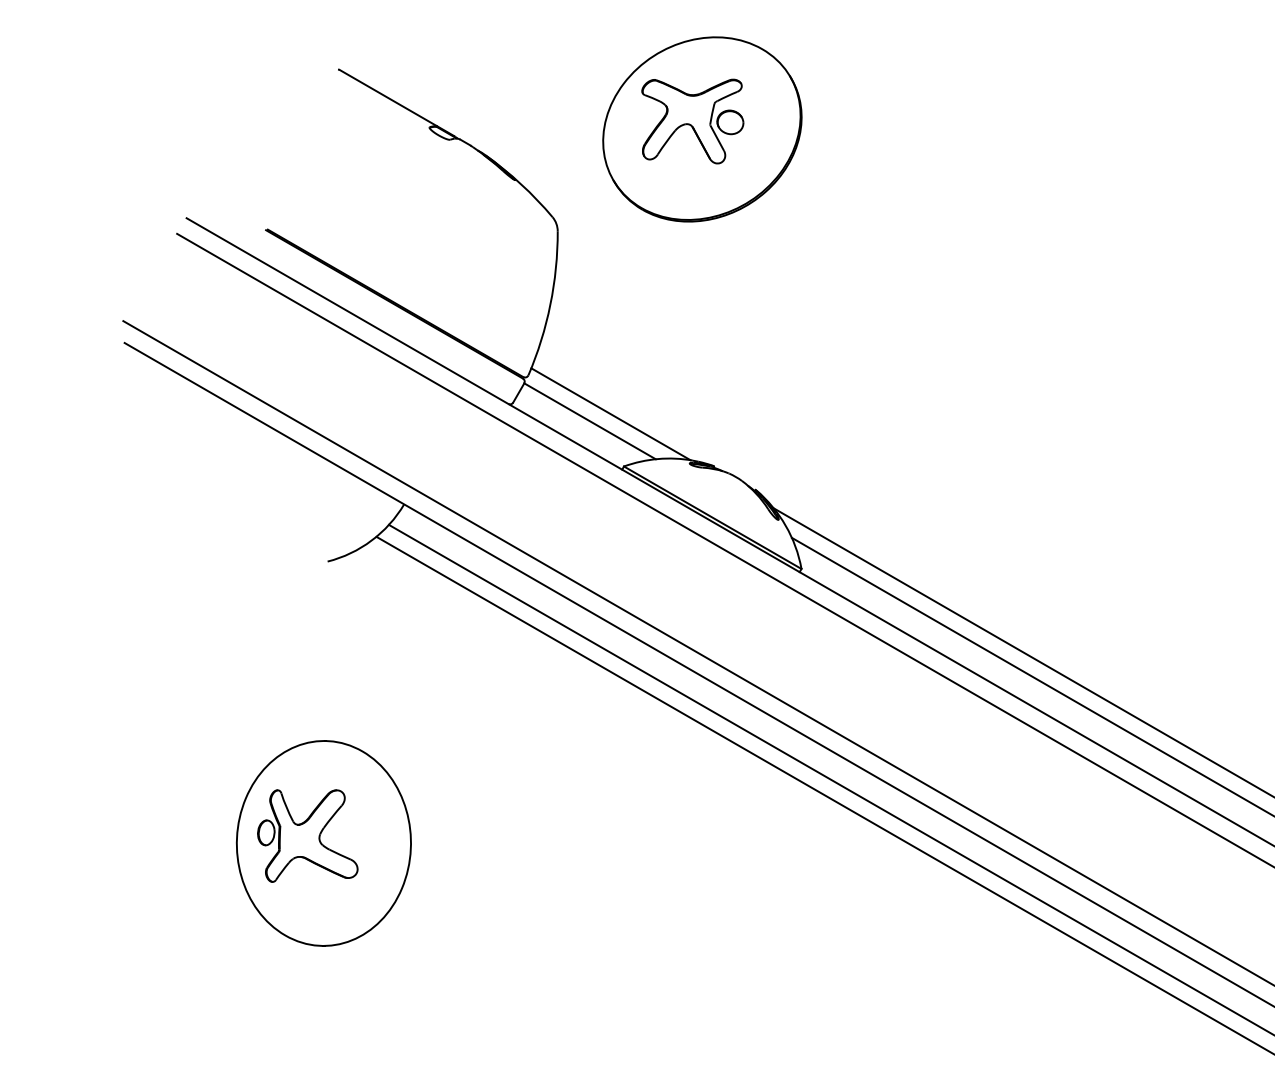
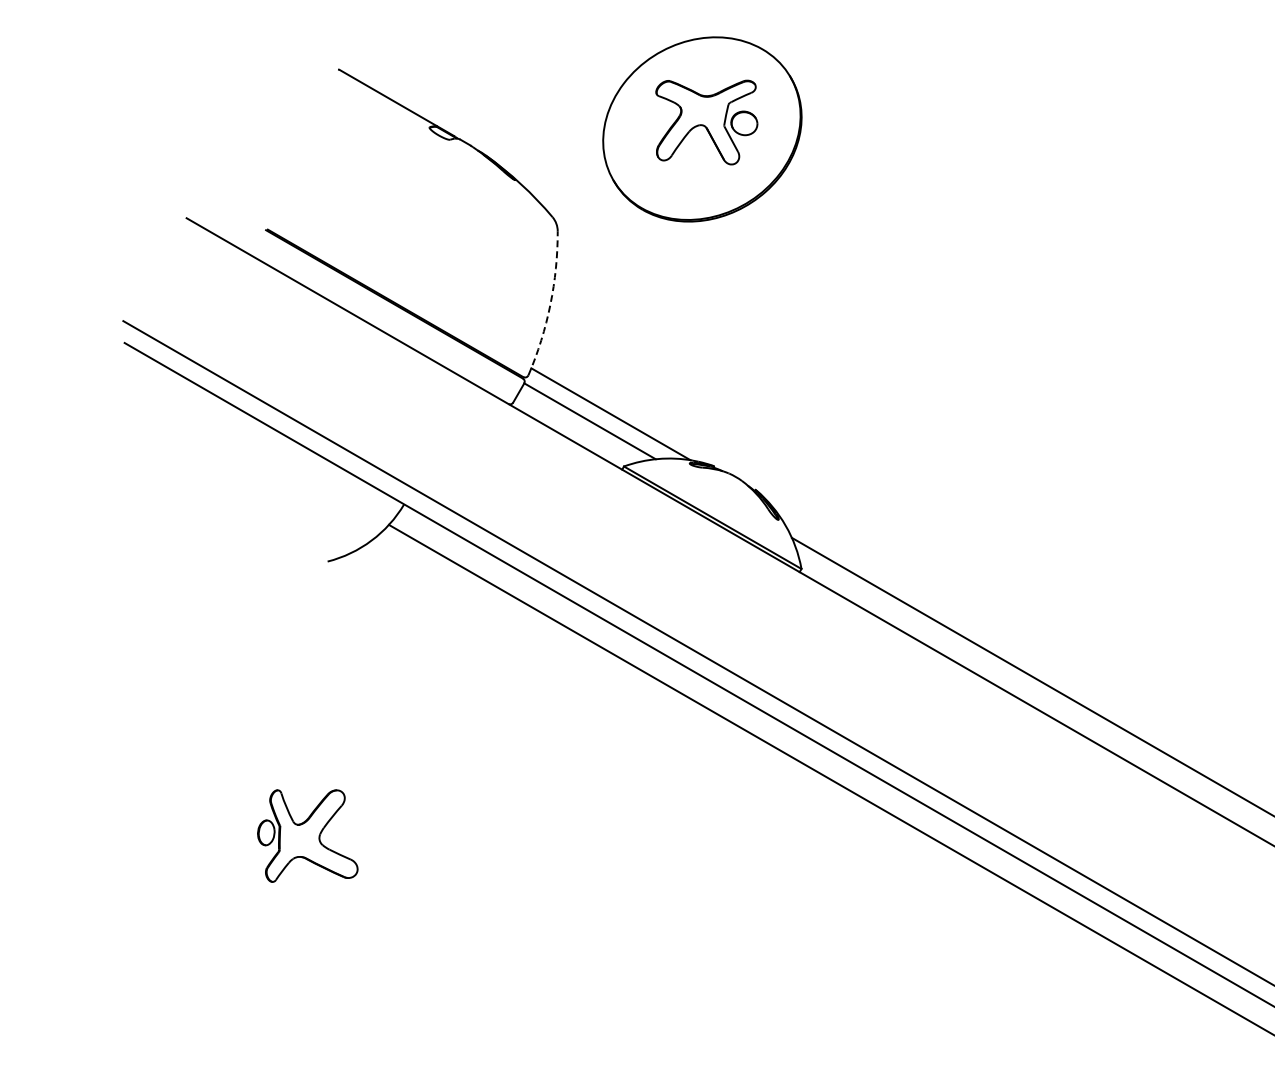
part at (692, 121) position: (692, 121) -> (706, 122)
arc at (550, 304): solid -> dashed
line at (724, 549): present -> none
line at (1022, 651): present -> none
line at (823, 794): present -> none
part at (323, 843): present -> none
